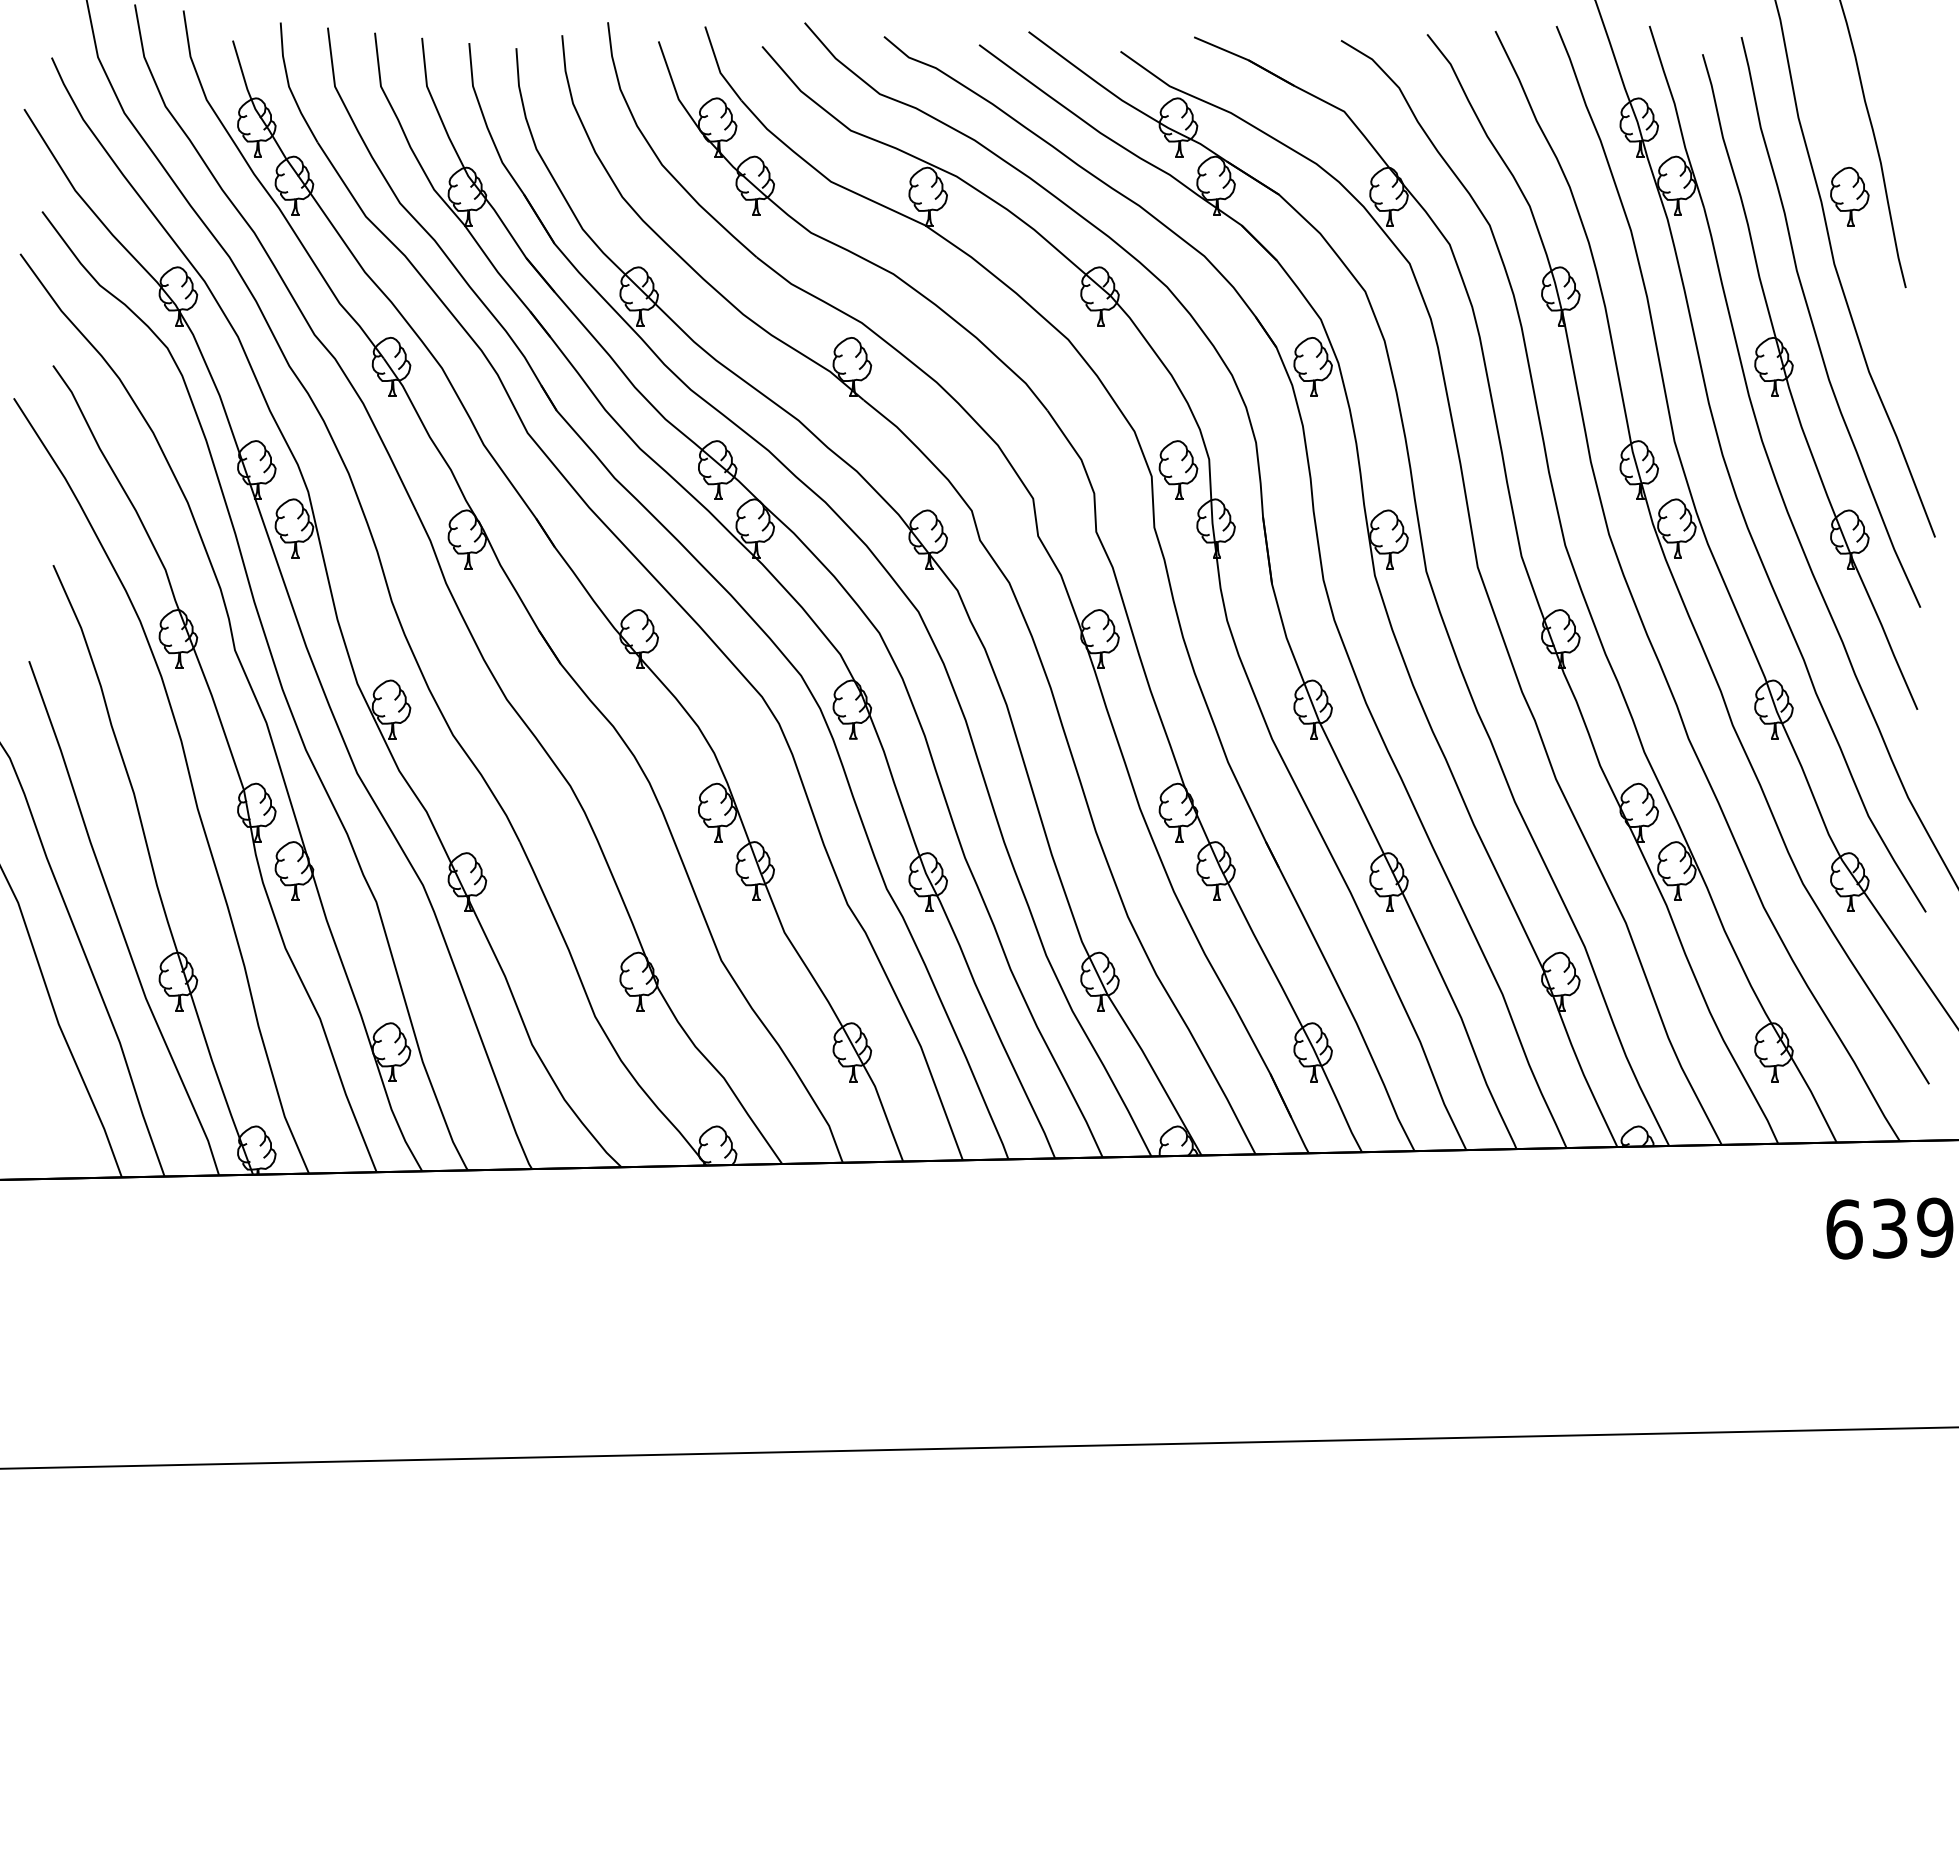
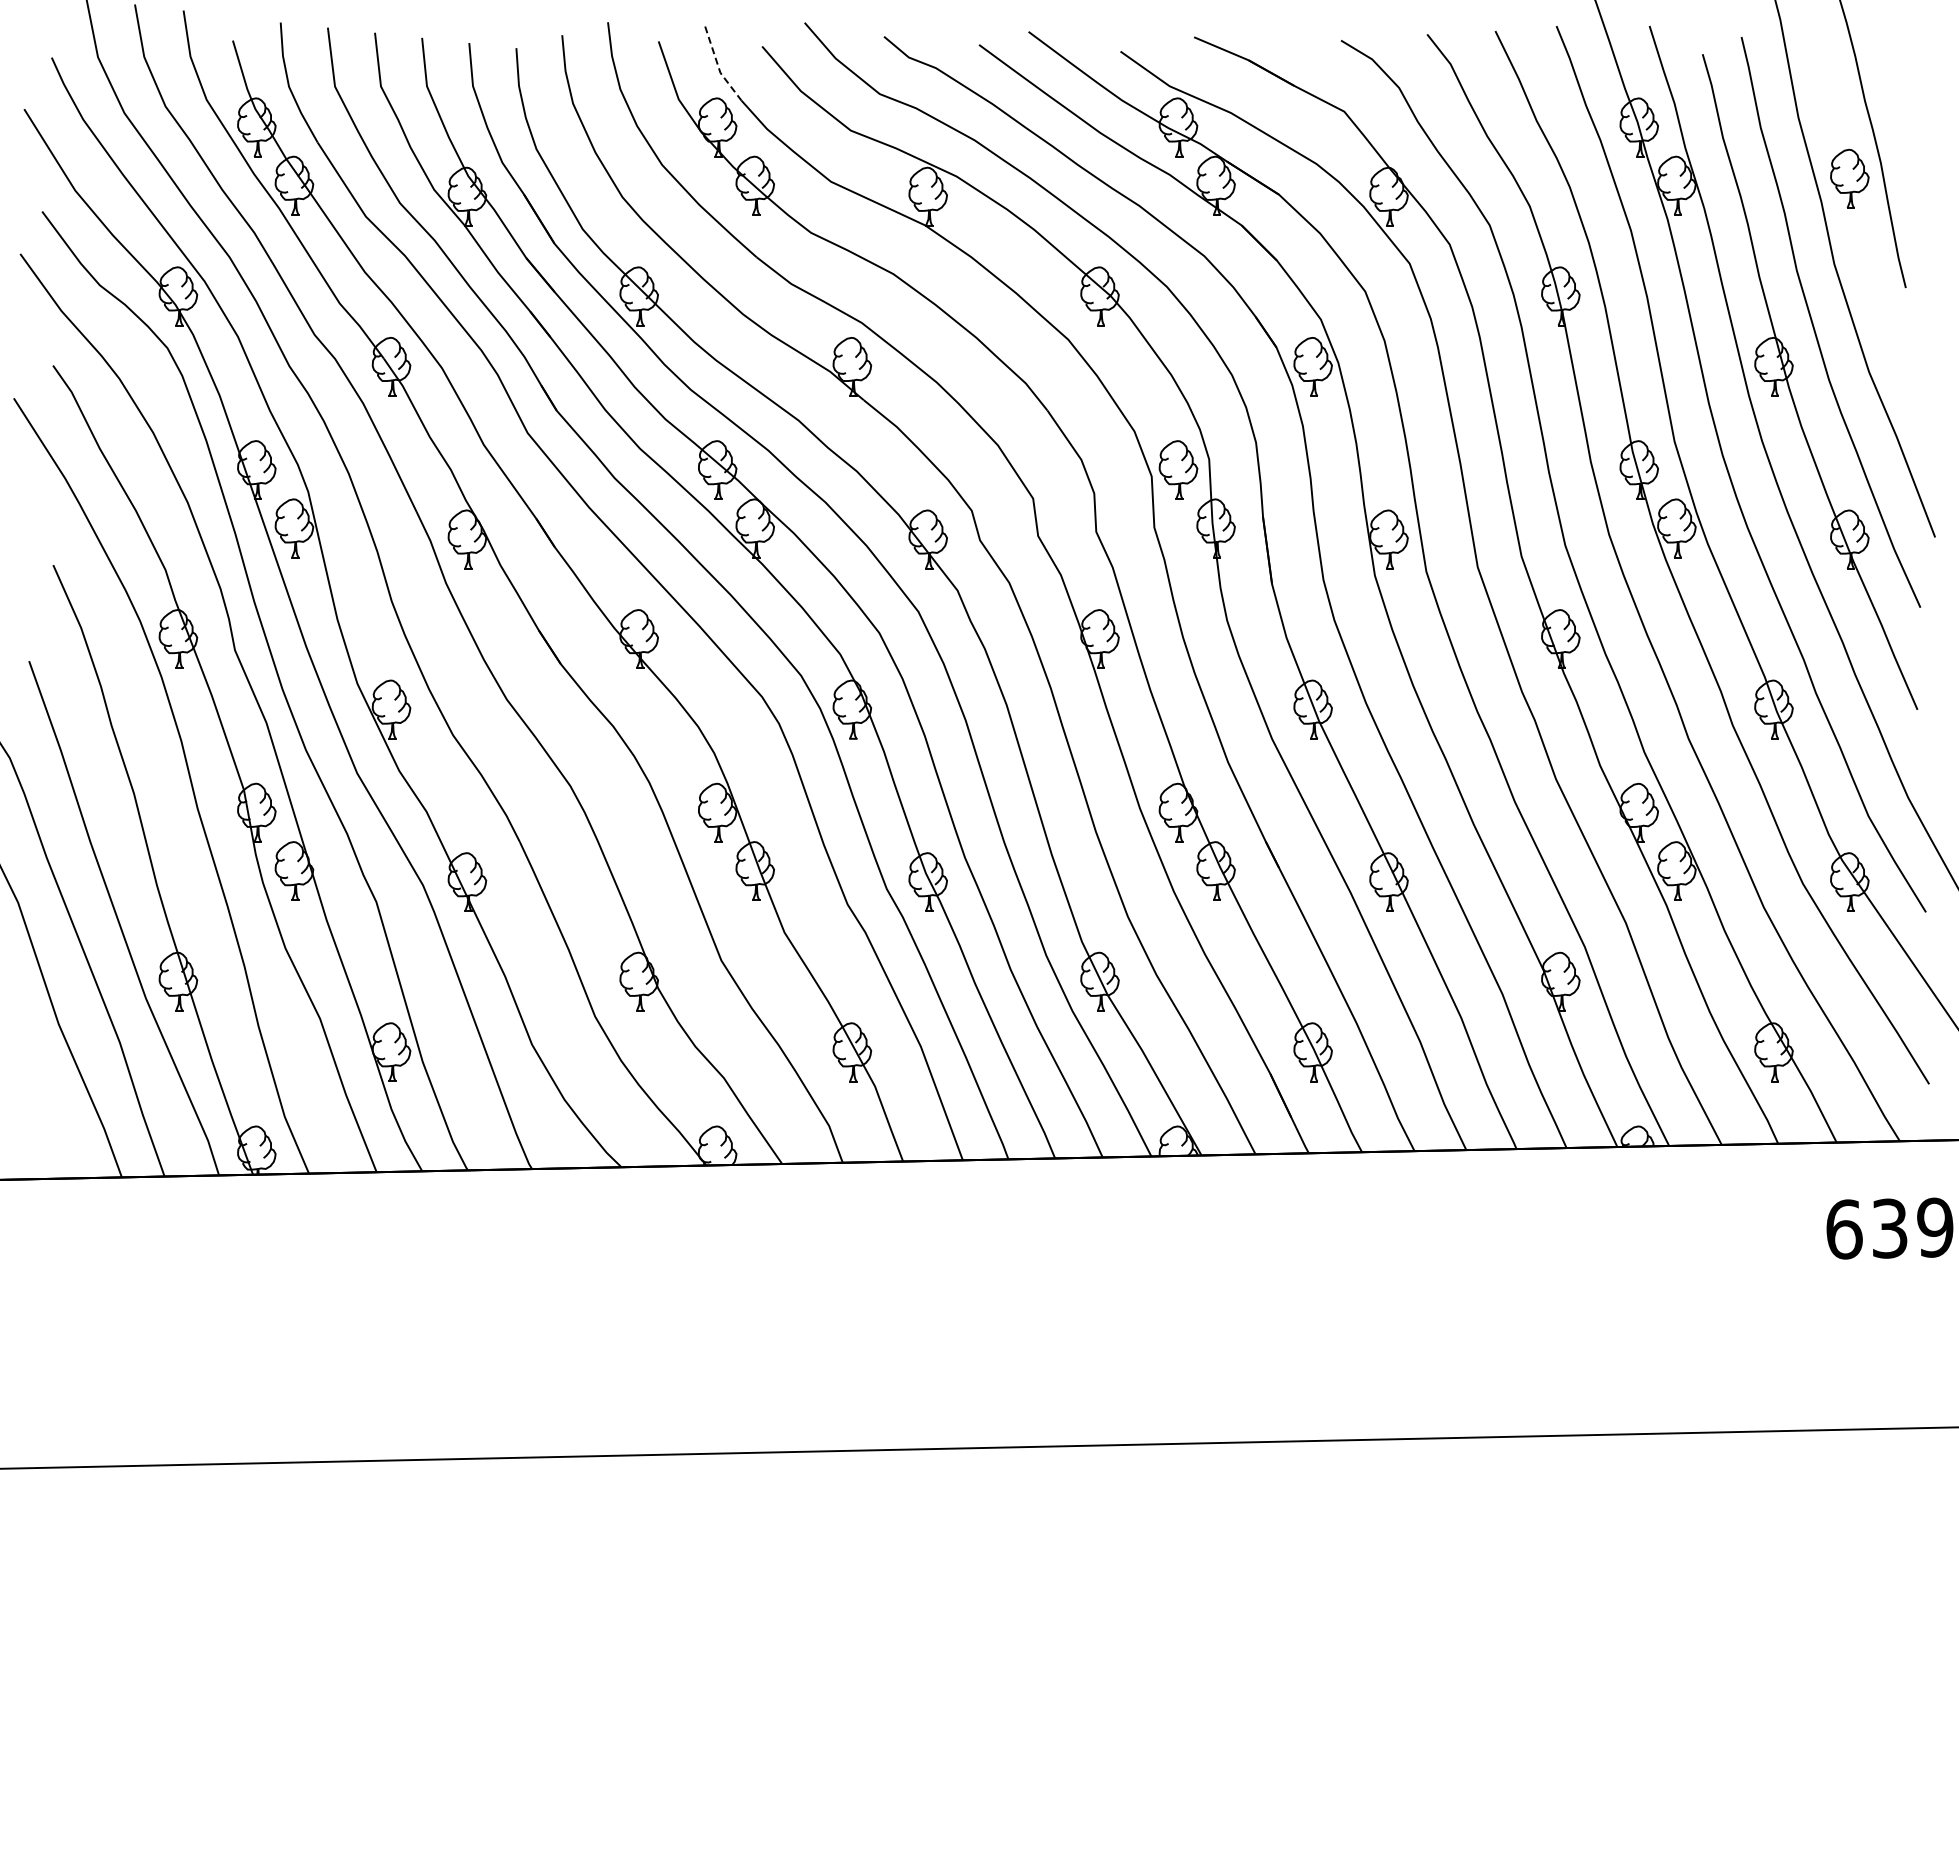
line at (718, 67): solid -> dashed
part at (1849, 196) position: (1849, 196) -> (1849, 178)
